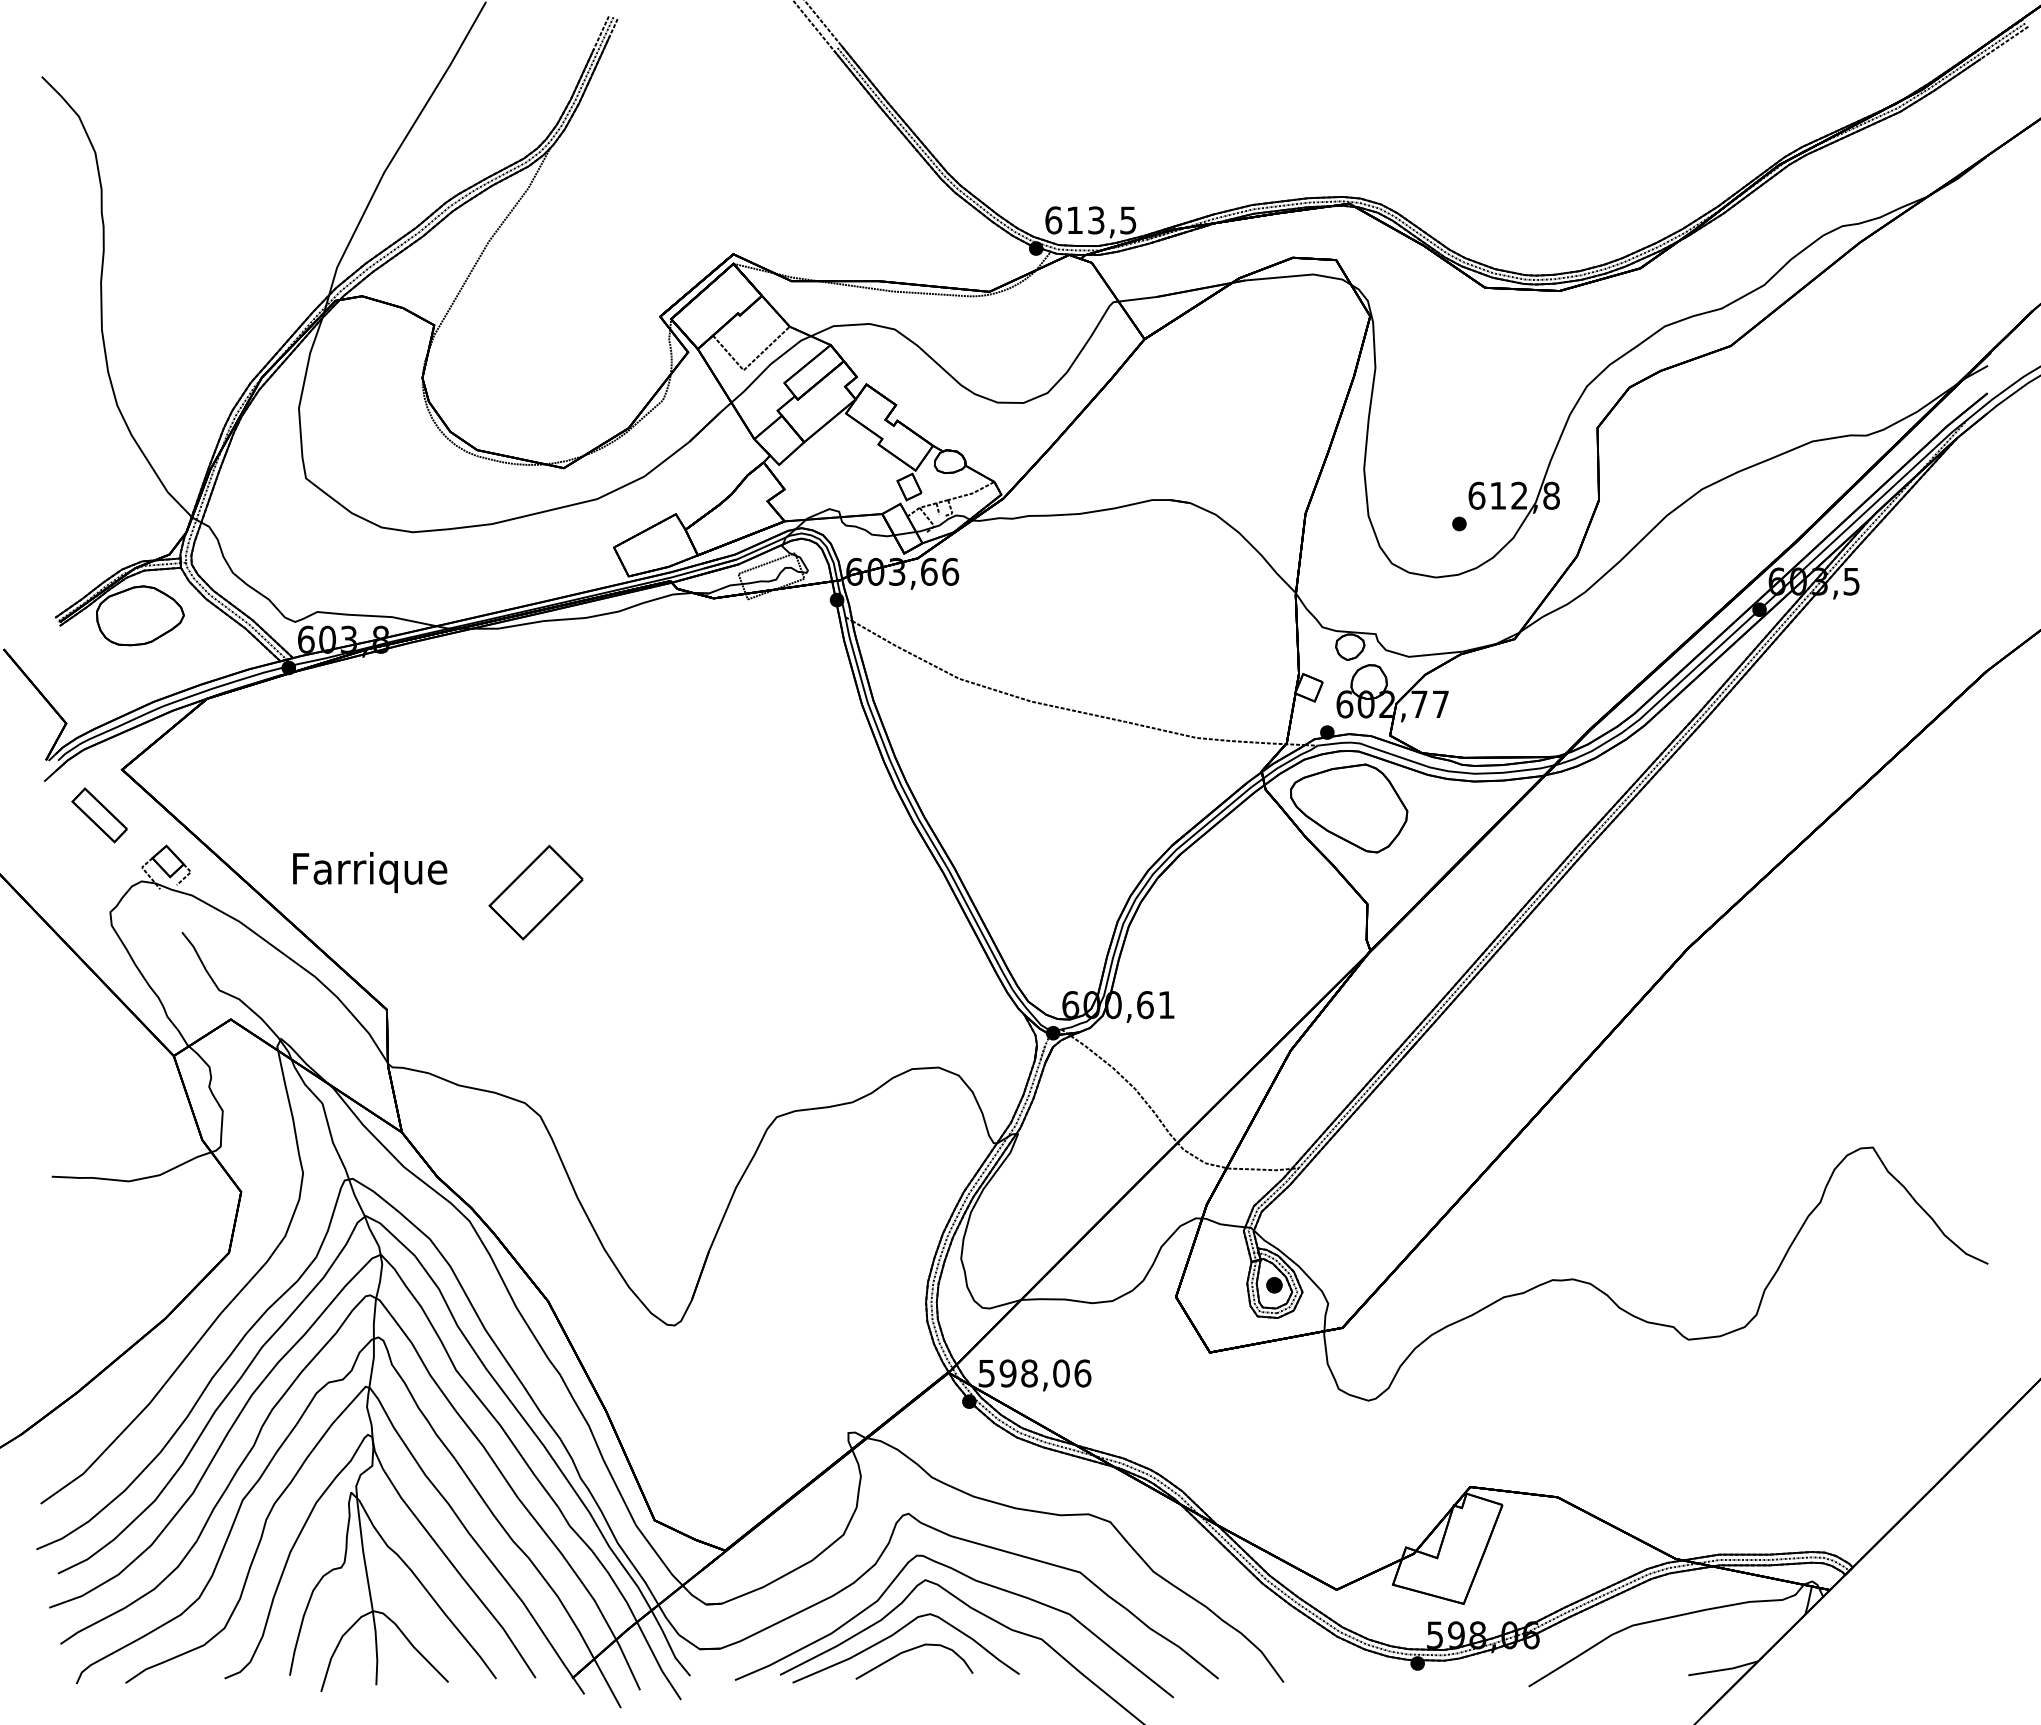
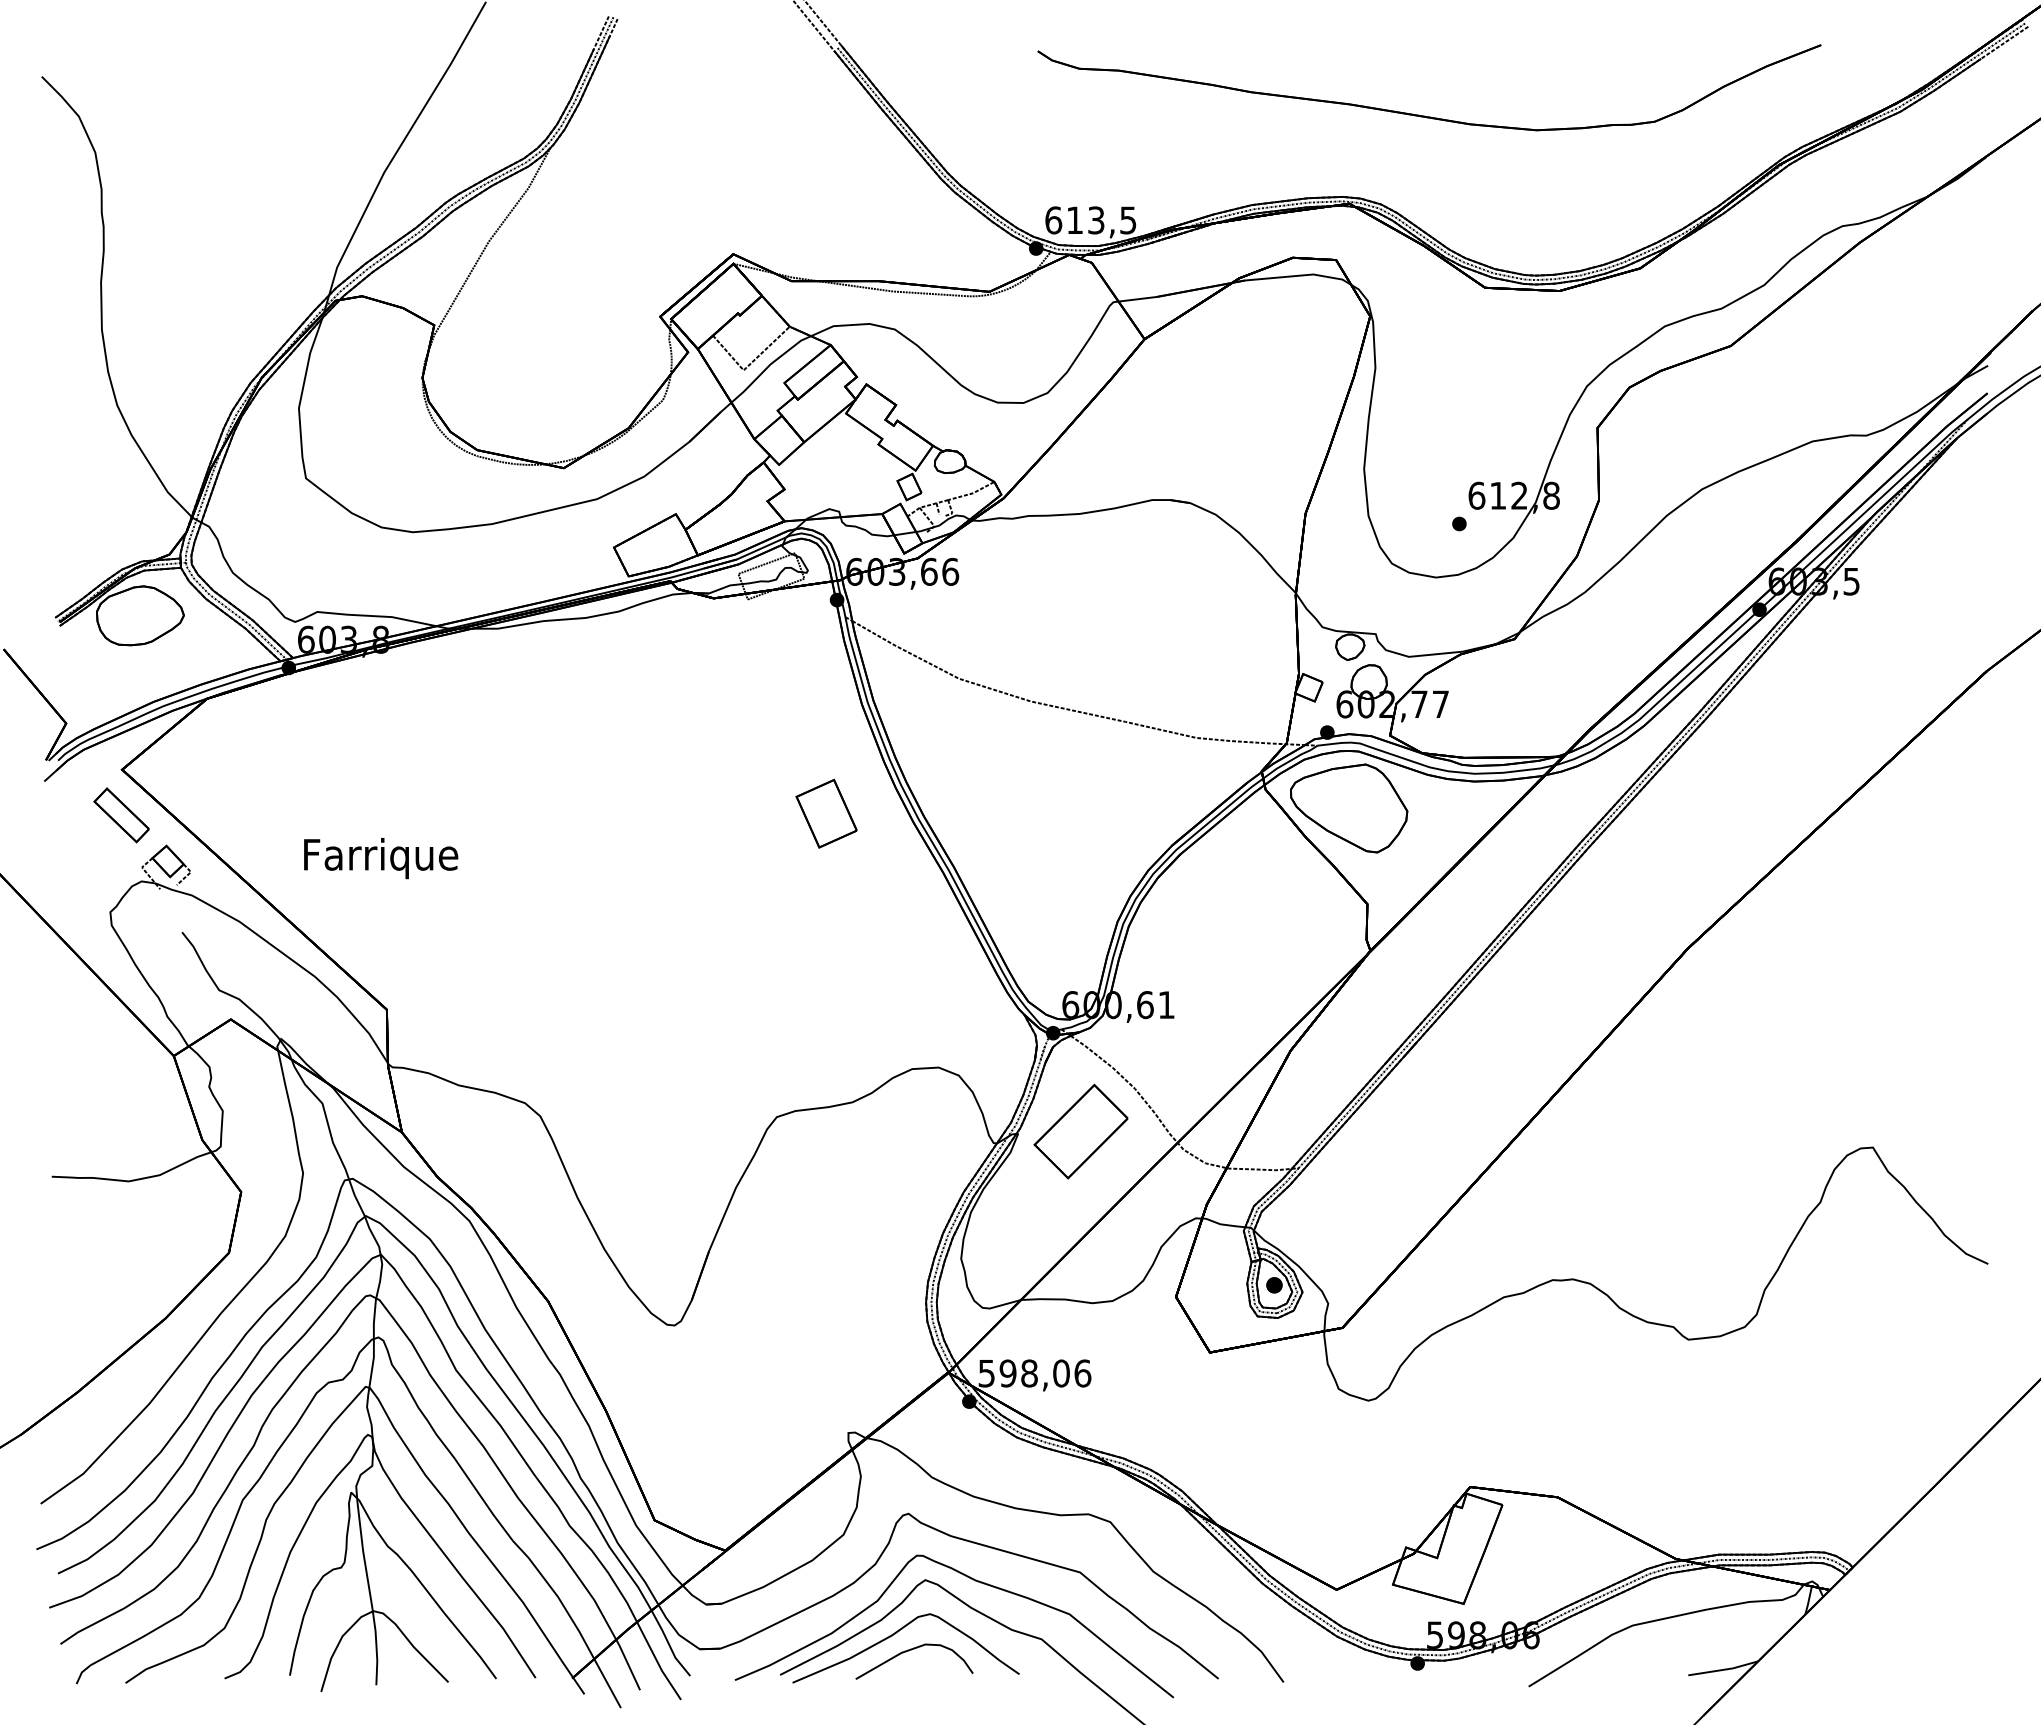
part at (1424, 115): none -> present
part at (826, 813): none -> present
part at (99, 815) position: (99, 815) -> (121, 815)
text at (370, 872) position: (370, 872) -> (381, 858)
part at (535, 892) position: (535, 892) -> (1080, 1131)
